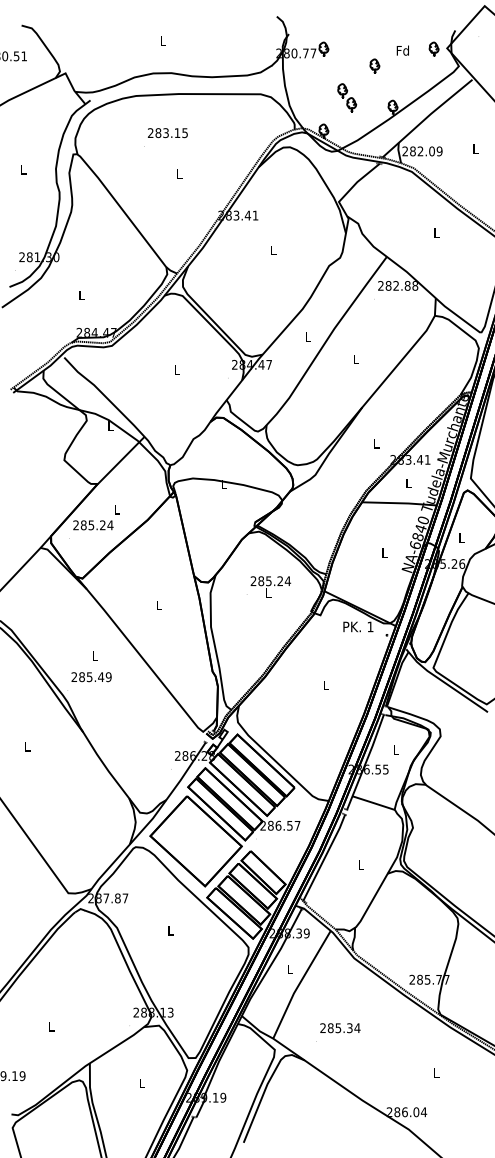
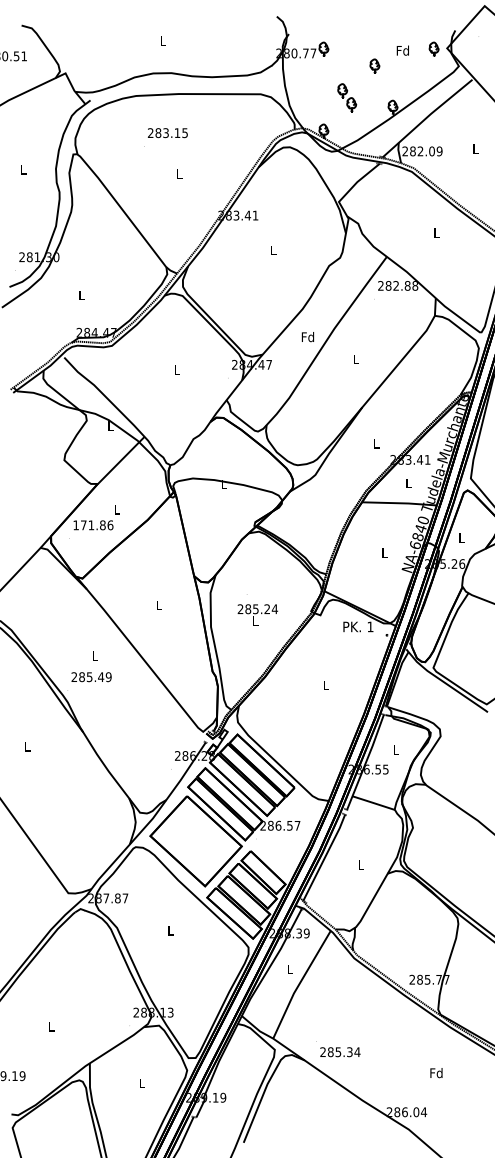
text at (307, 337): L -> Fd
text at (93, 525): 285.24 -> 171.86
text at (270, 586) position: (270, 586) -> (257, 614)
text at (340, 1028) position: (340, 1028) -> (340, 1052)
text at (436, 1073): L -> Fd
